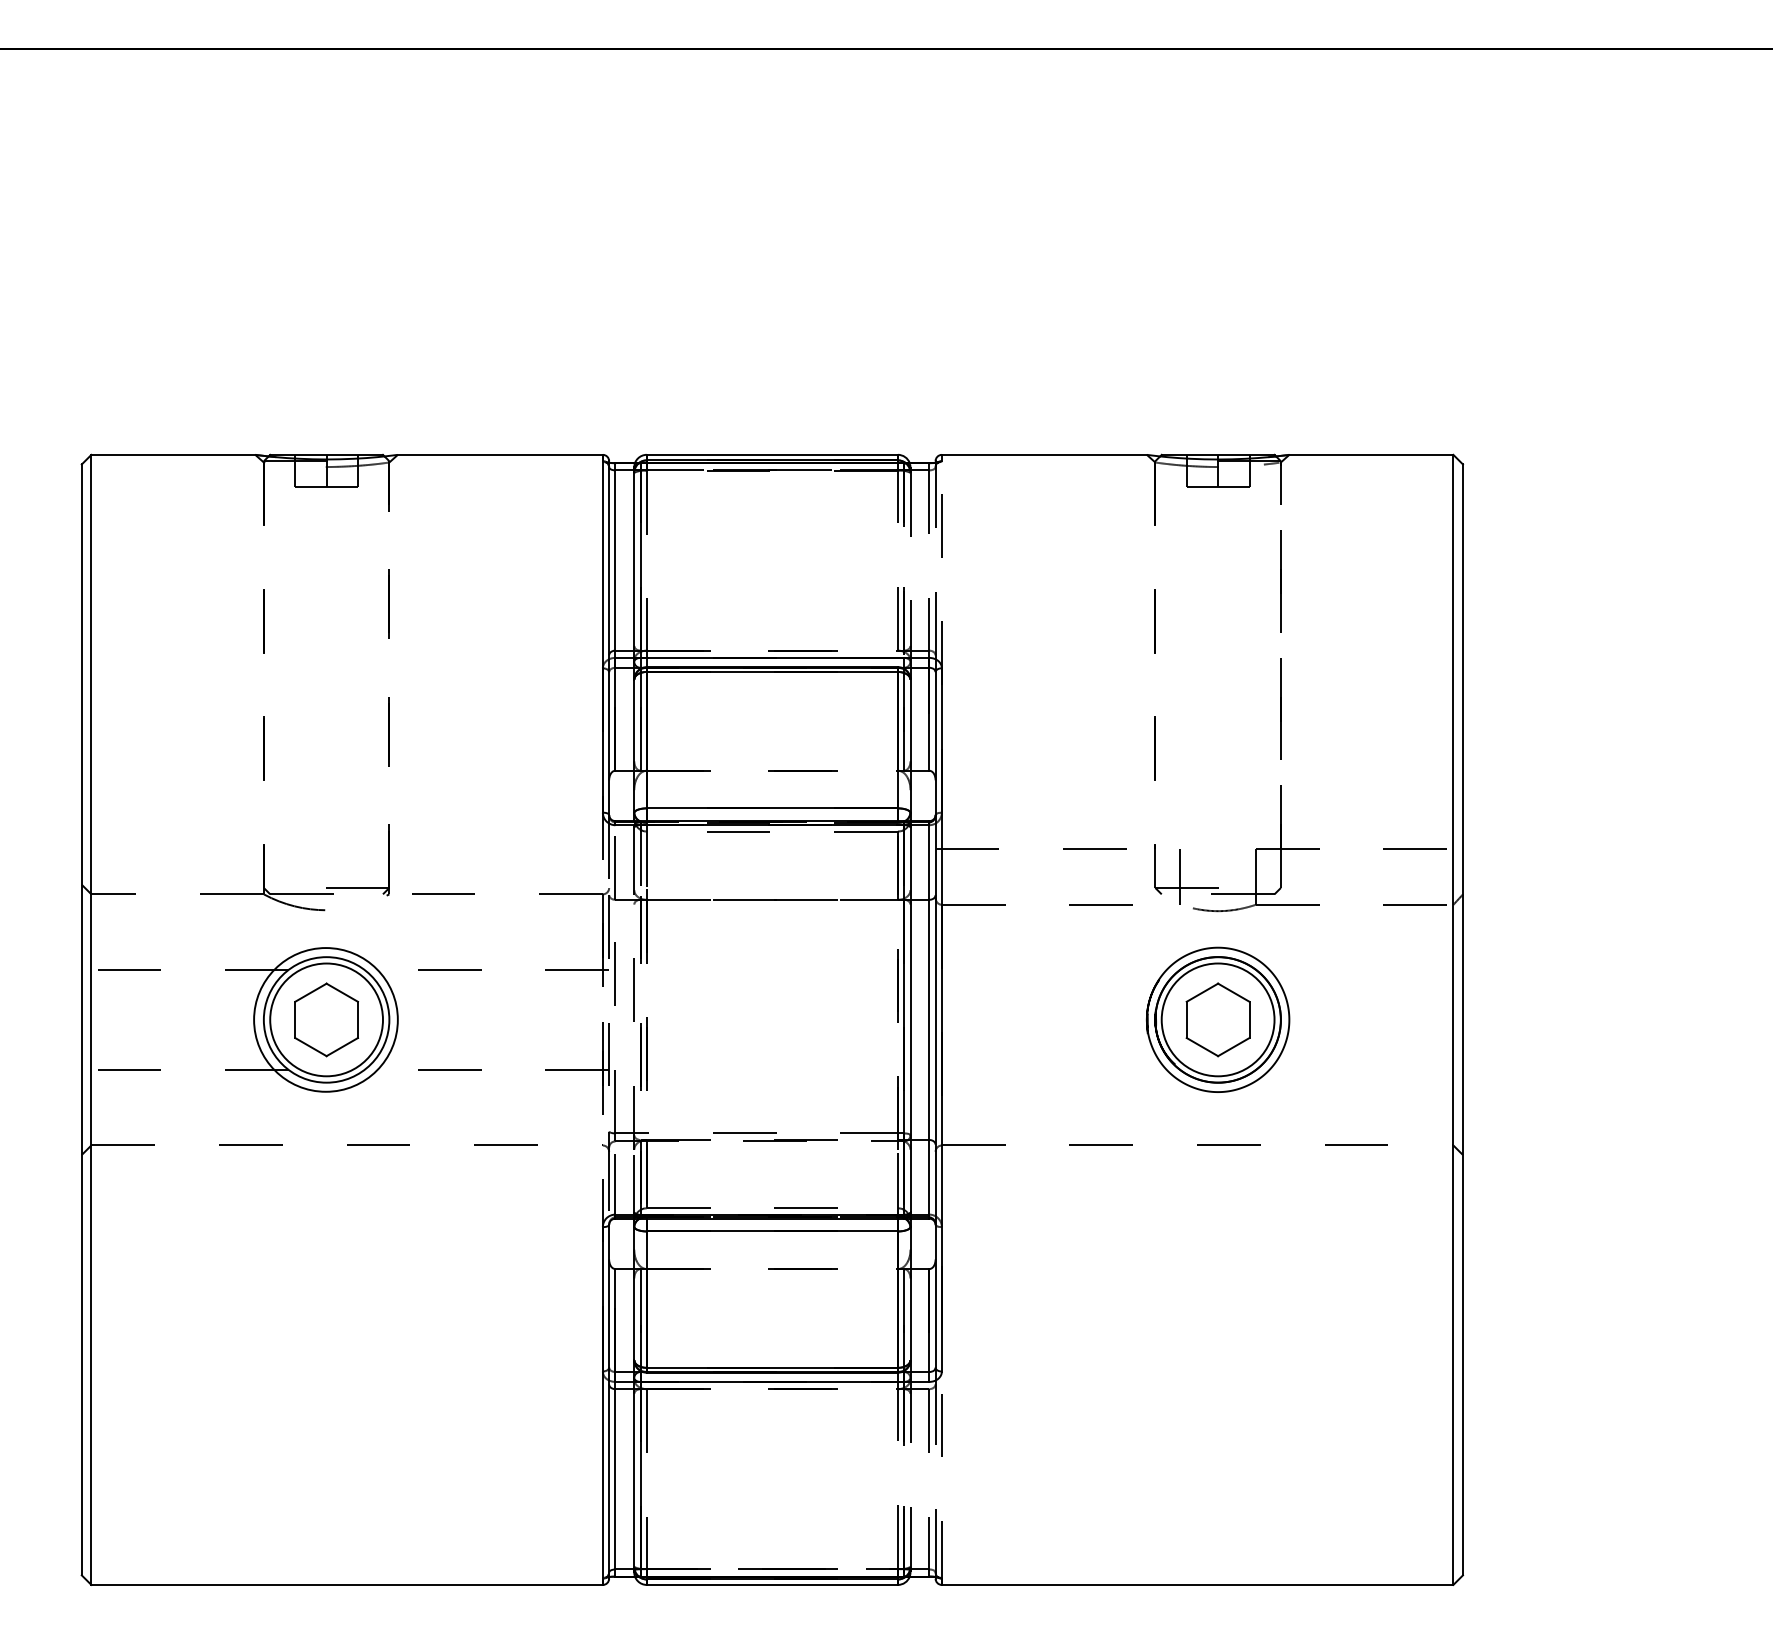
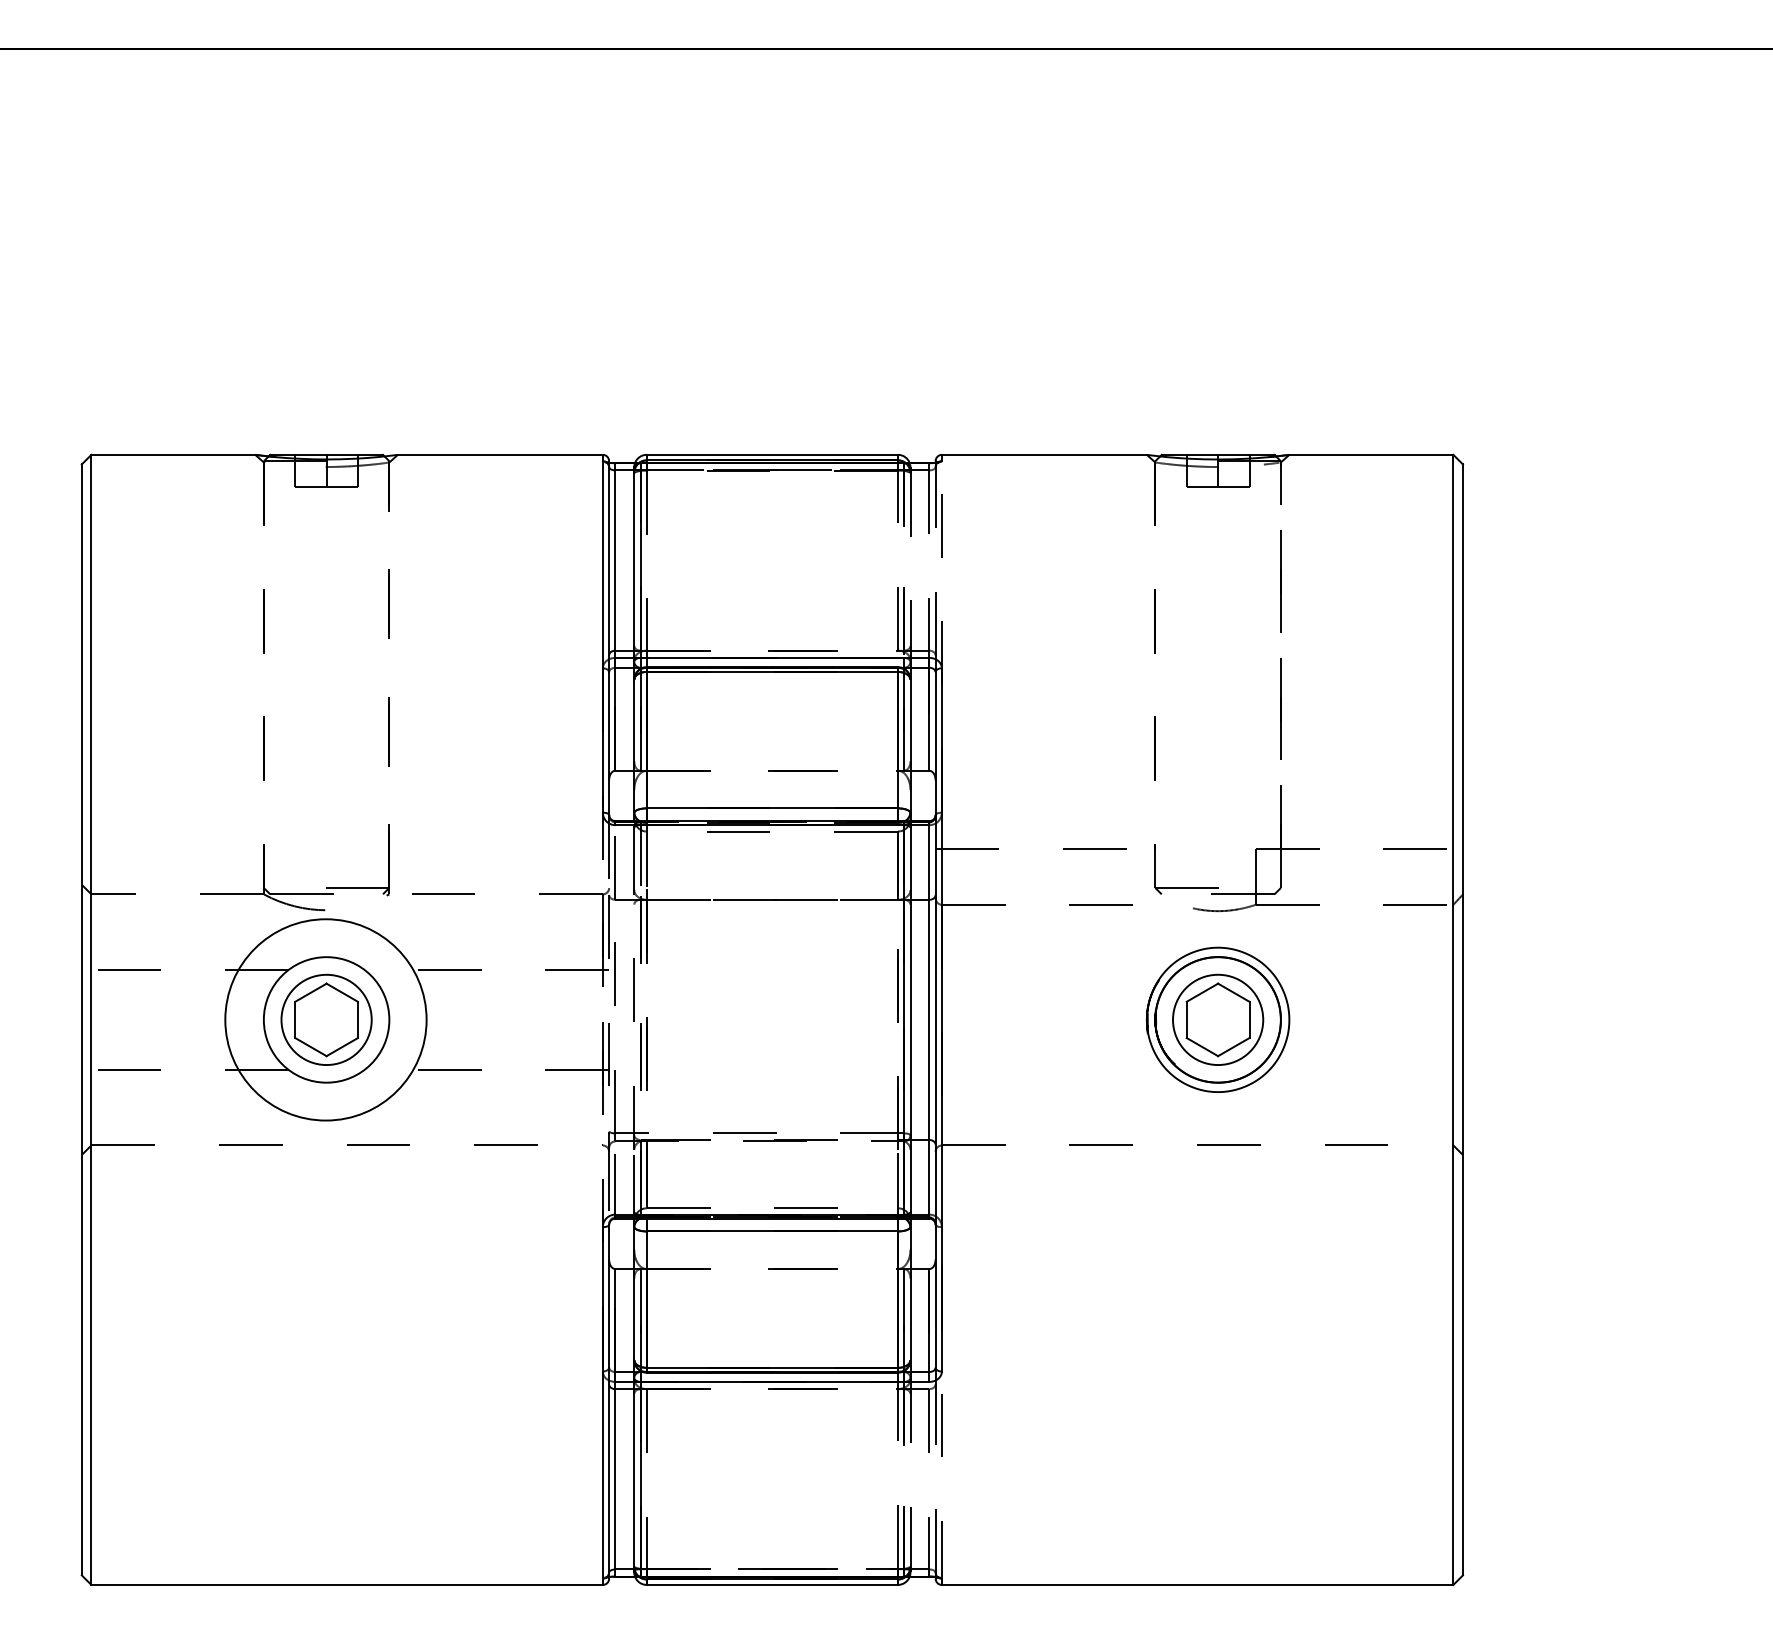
line at (1180, 876): present -> none
circle at (325, 1019) diameter: 144 px -> 201 px
circle at (326, 1019) diameter: 113 px -> 90 px
circle at (1217, 1019) diameter: 113 px -> 90 px
